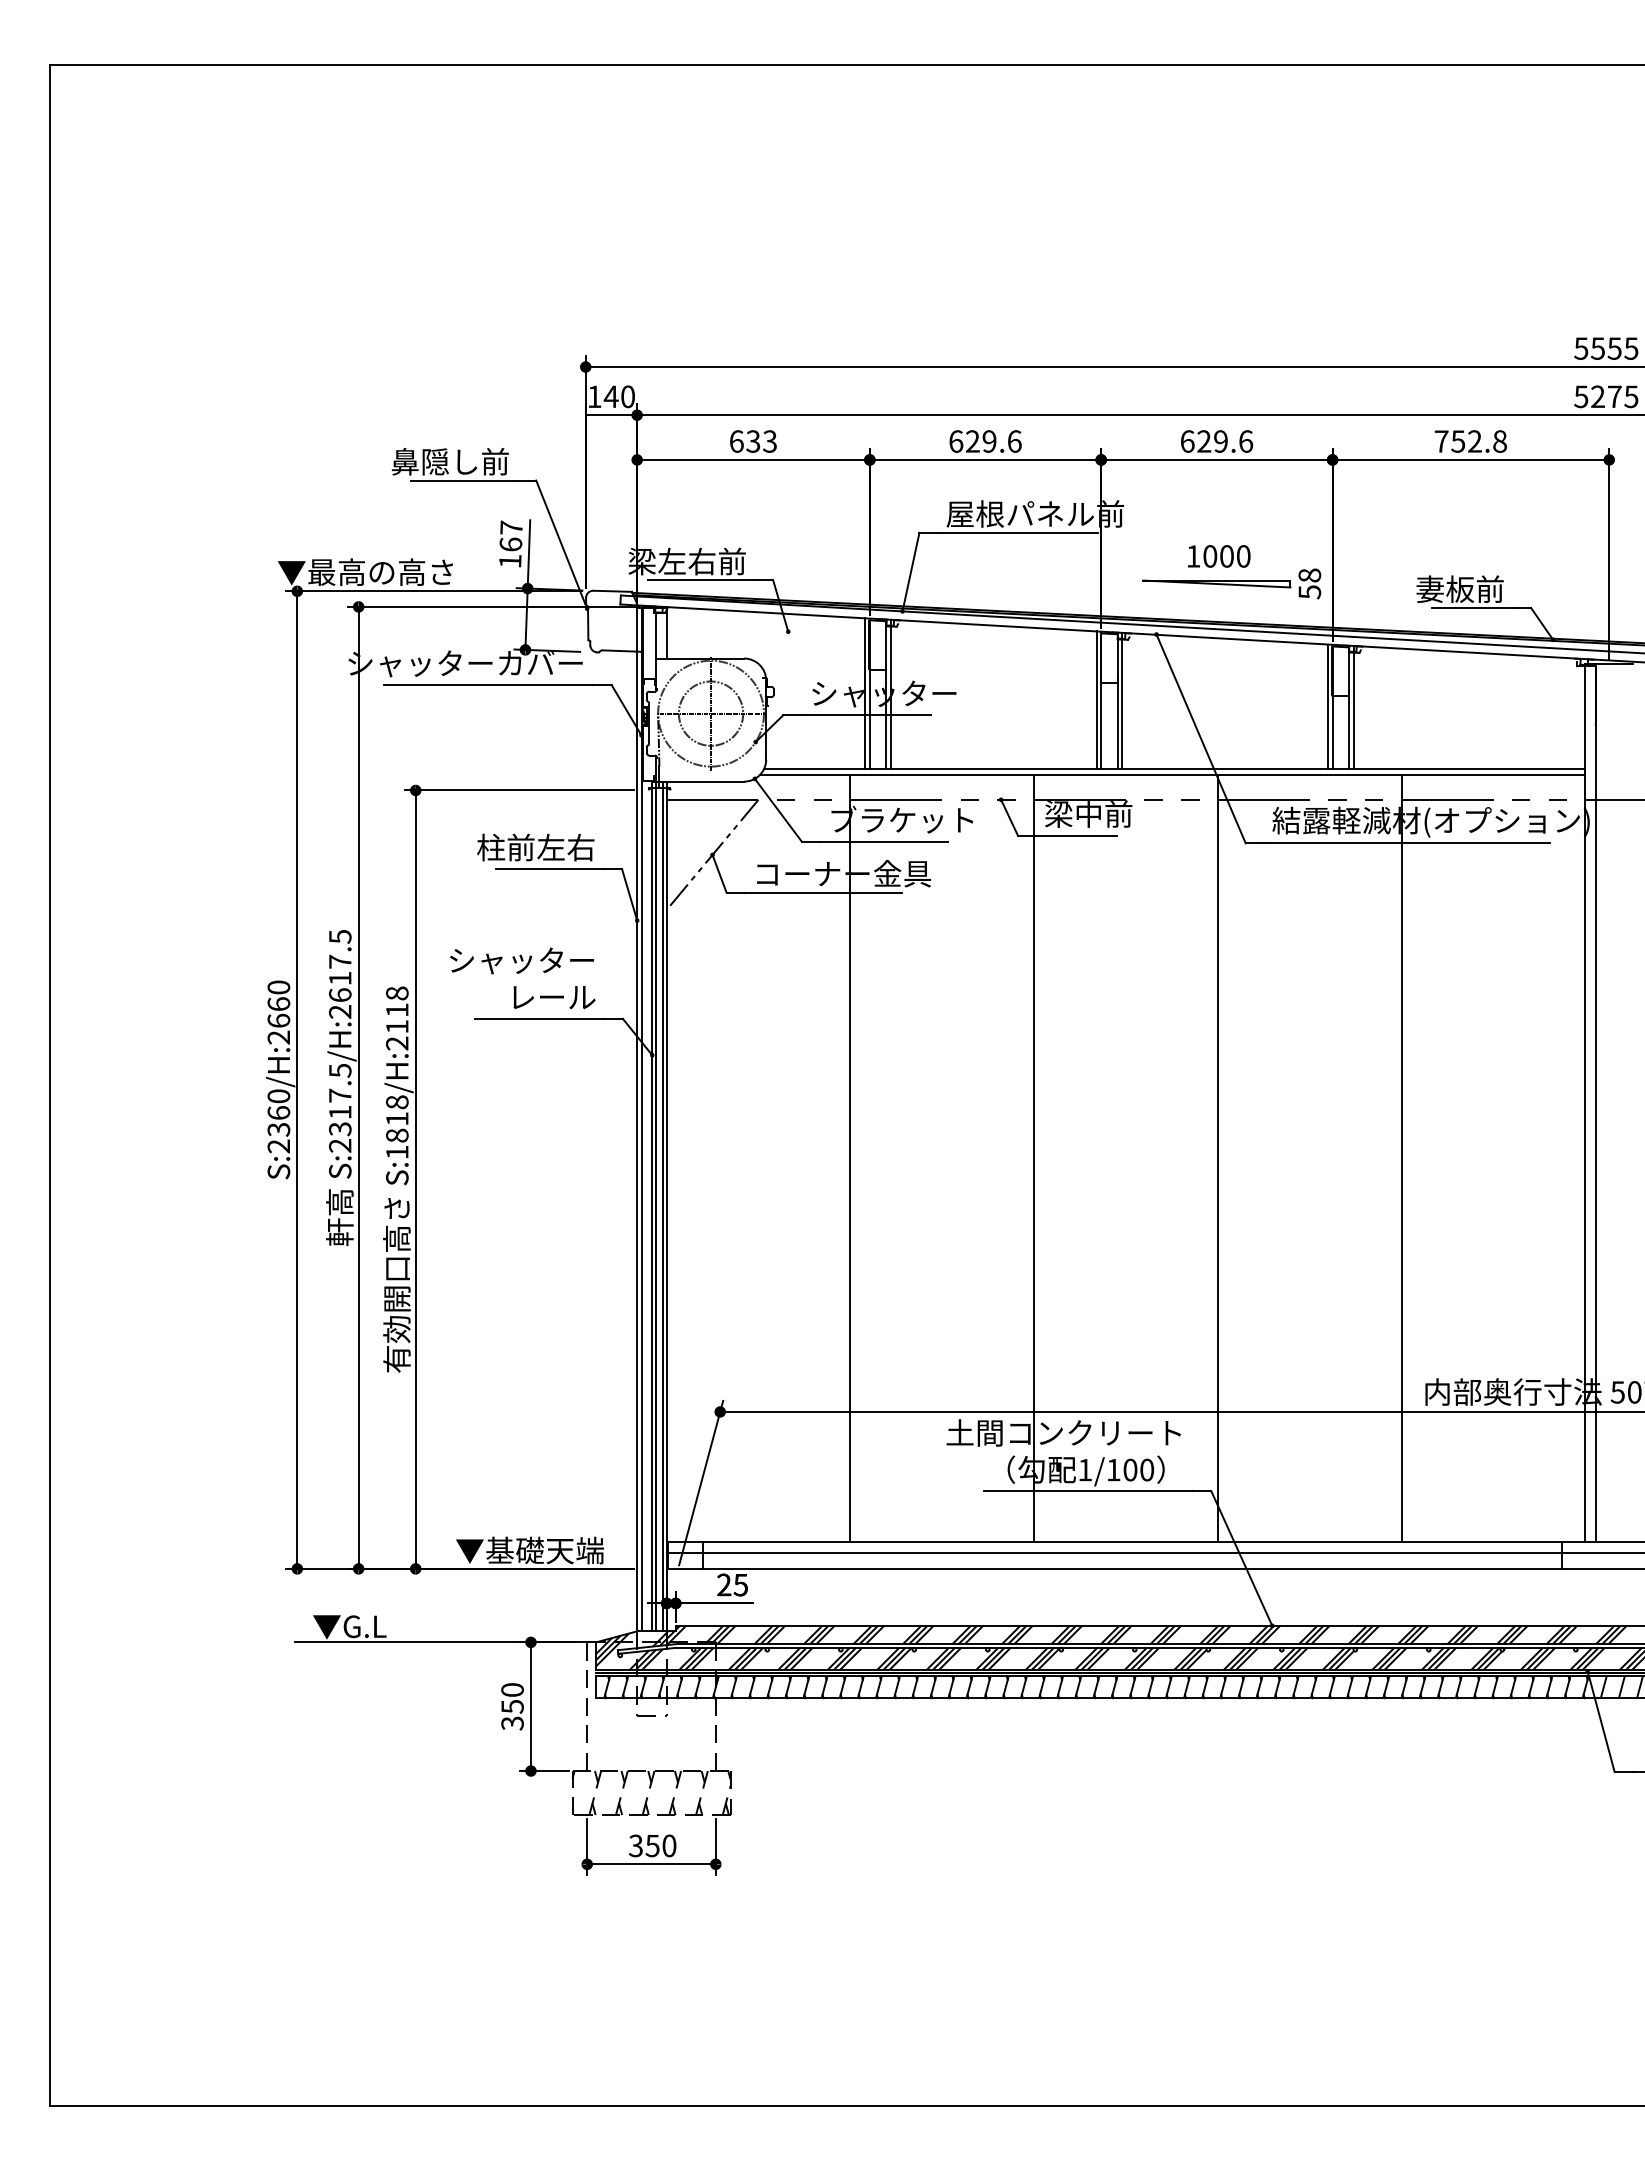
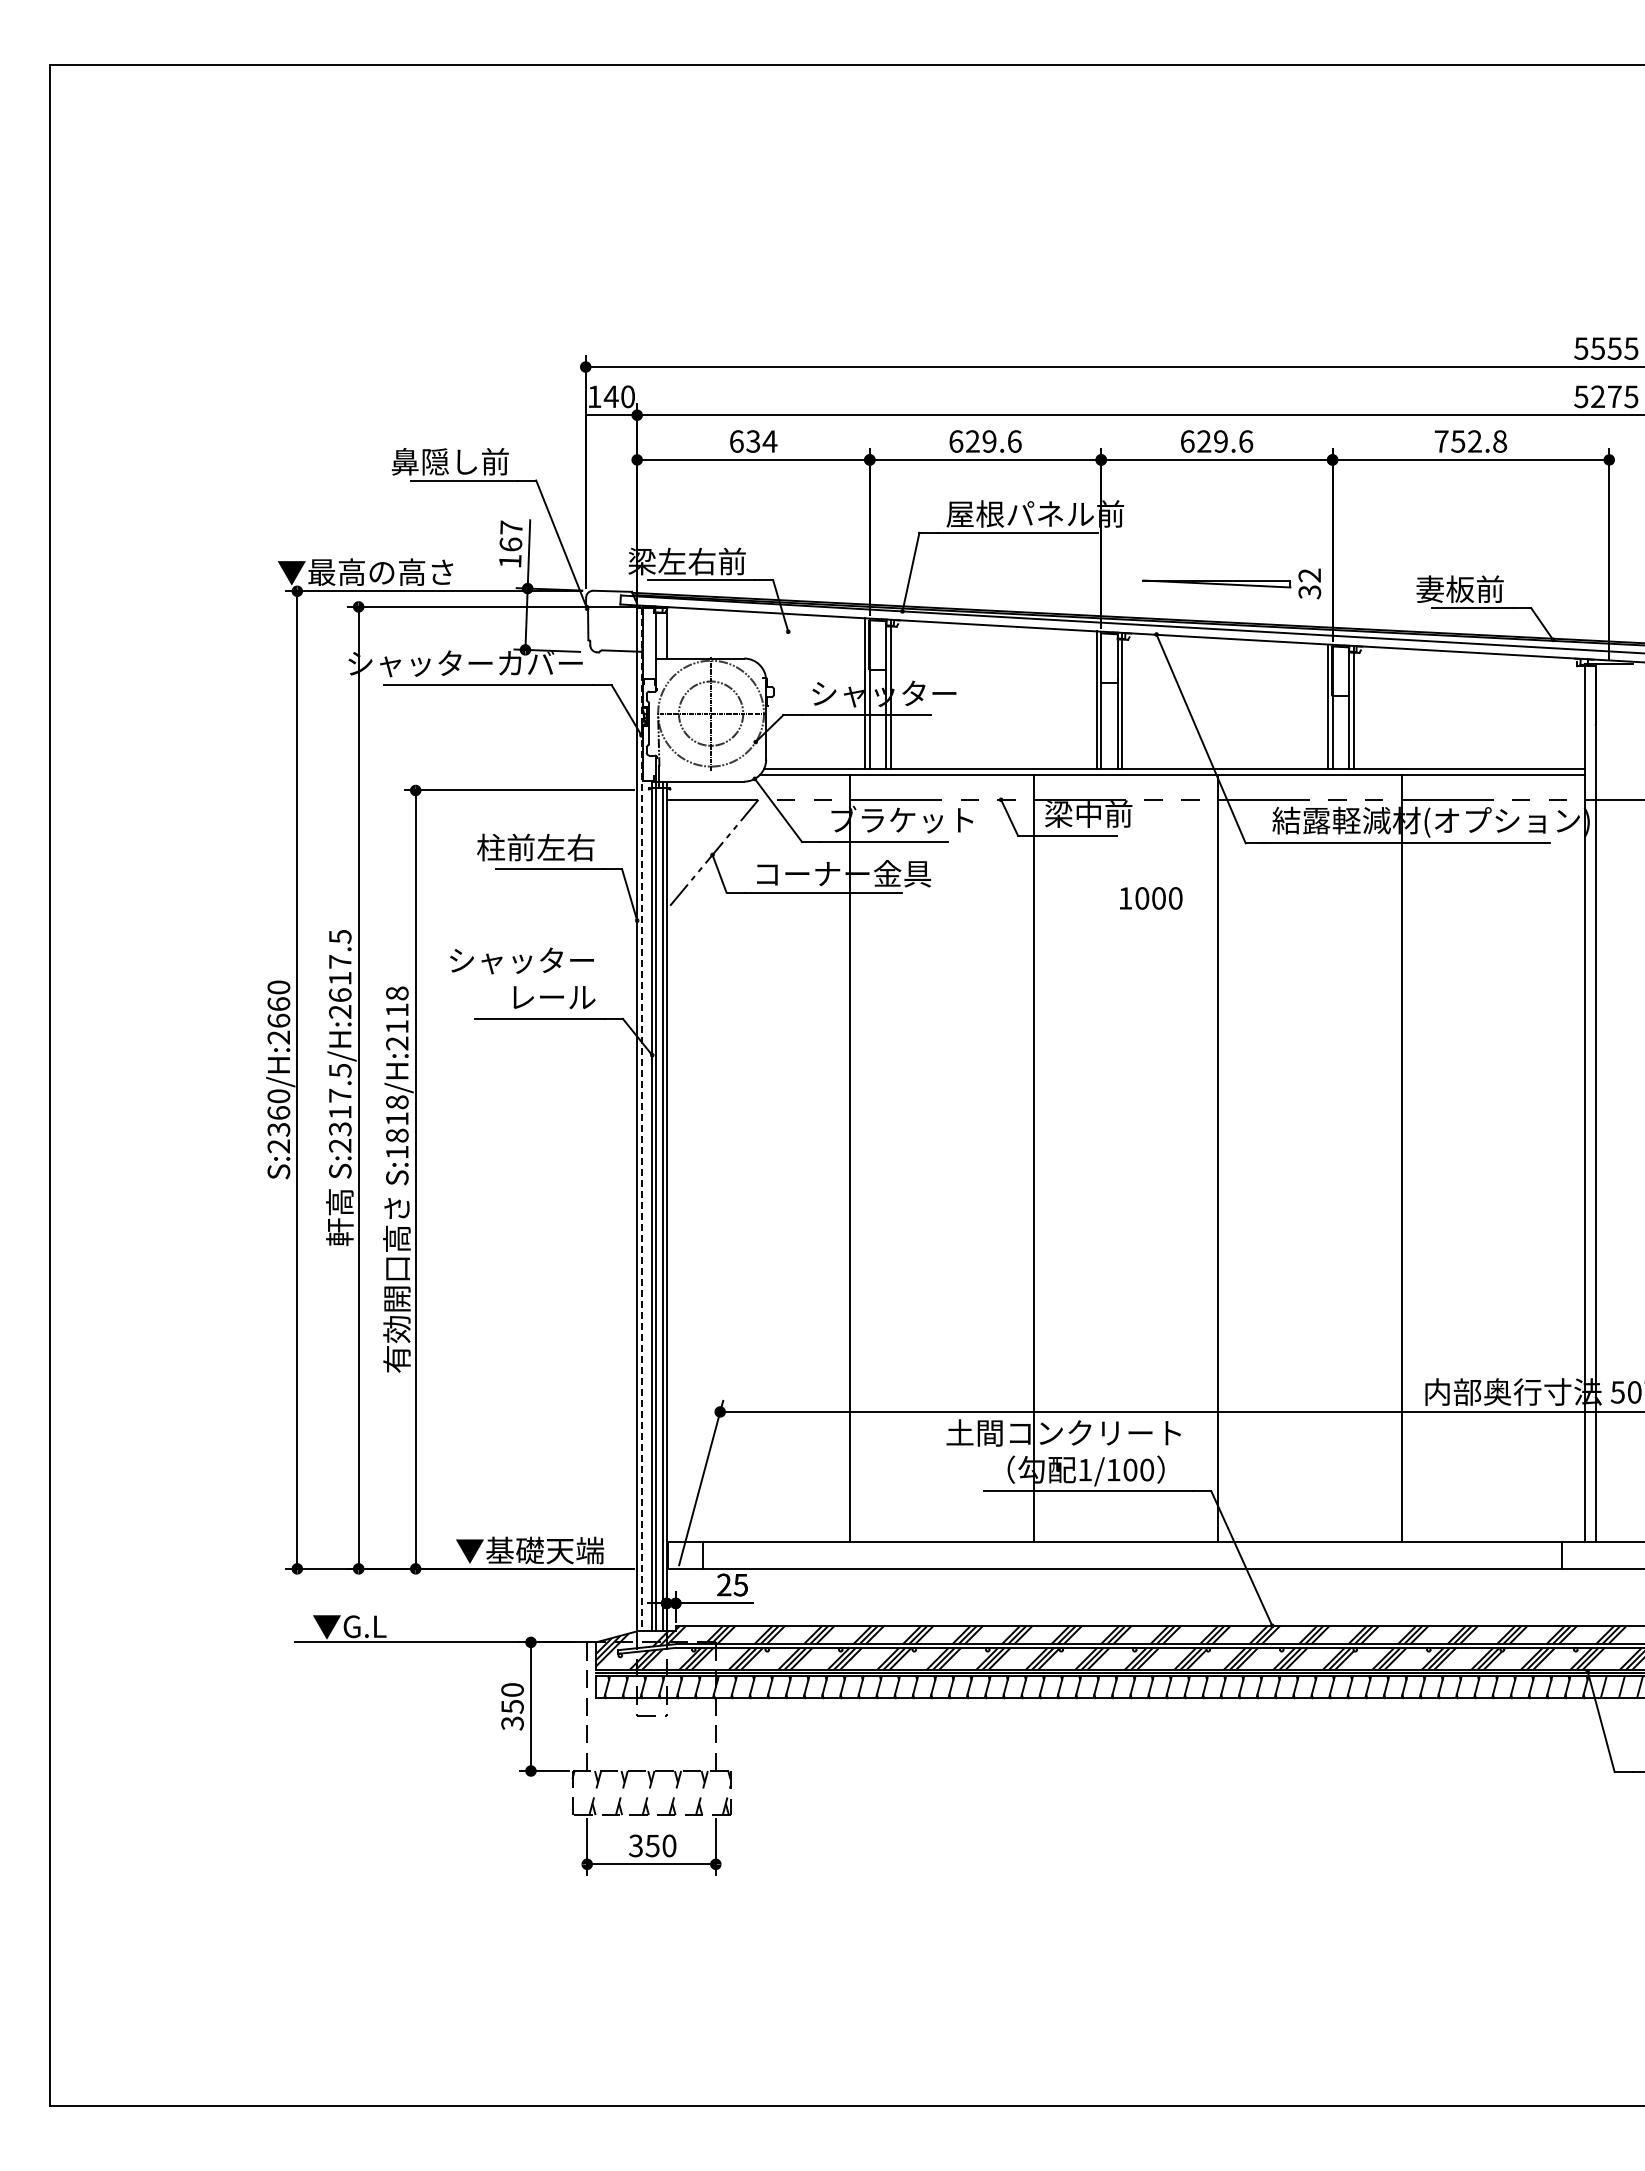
text at (769, 441): 633 -> 634
text at (1219, 556) position: (1219, 556) -> (1151, 898)
text at (1309, 583): 58 -> 32
line at (641, 1119): solid -> dashed
line at (1153, 1553): present -> none
